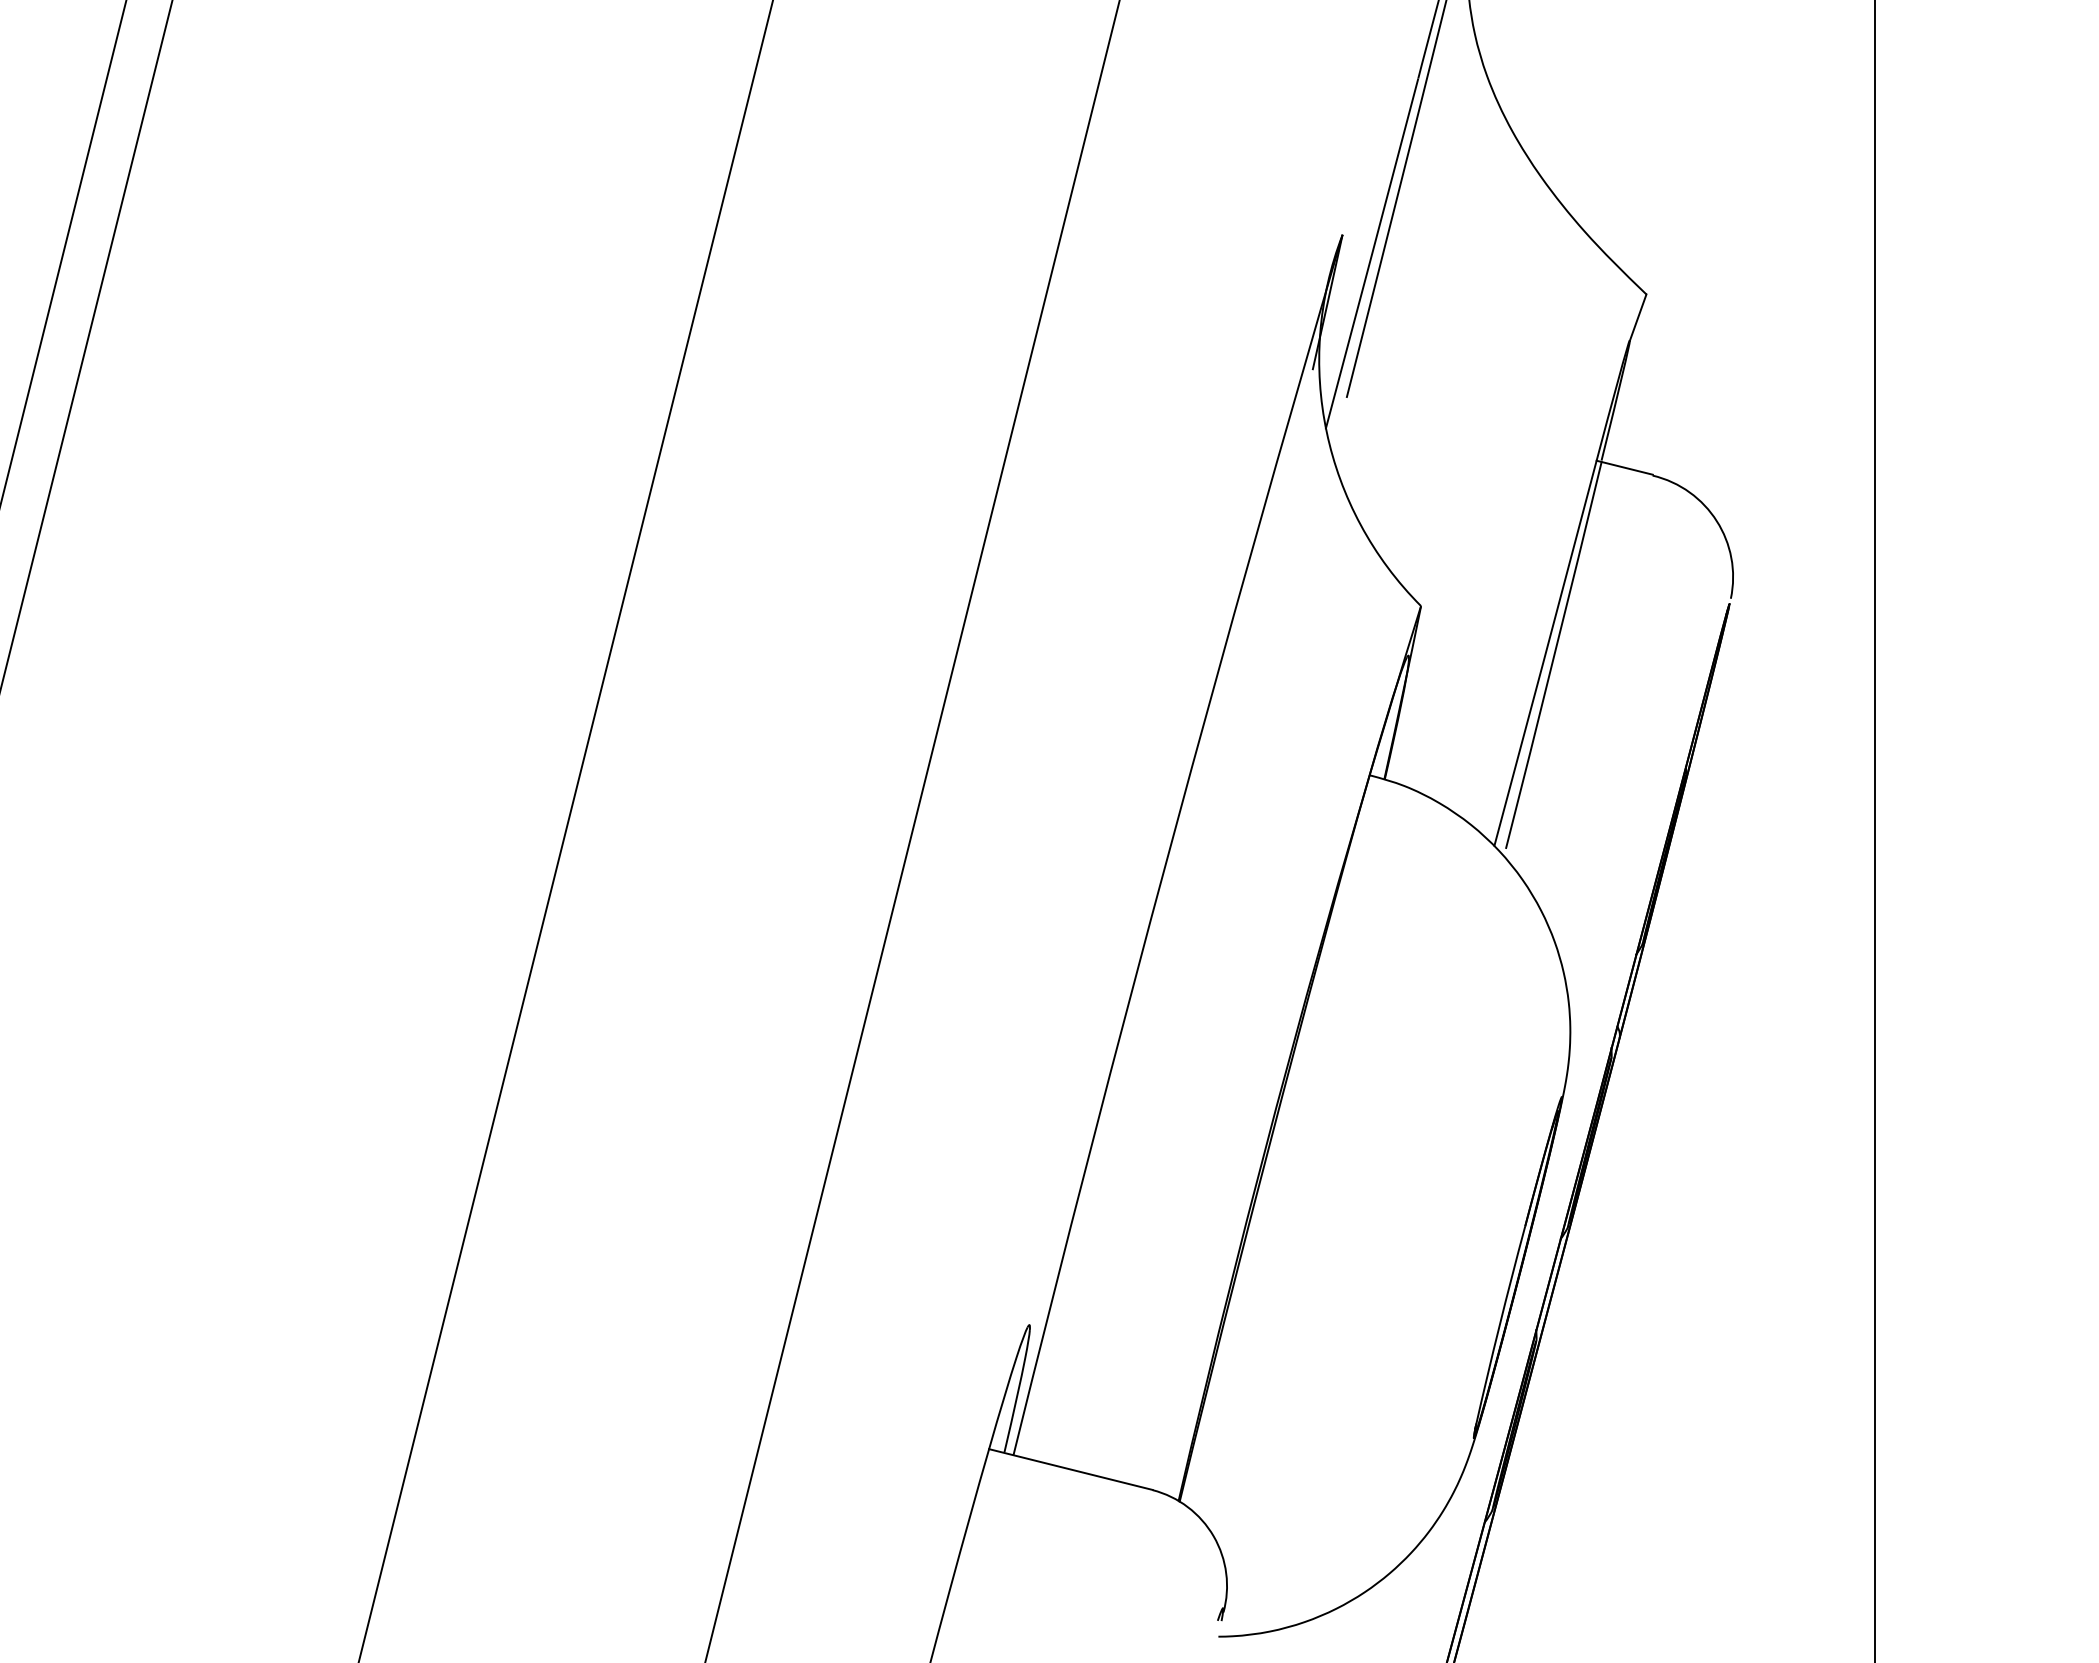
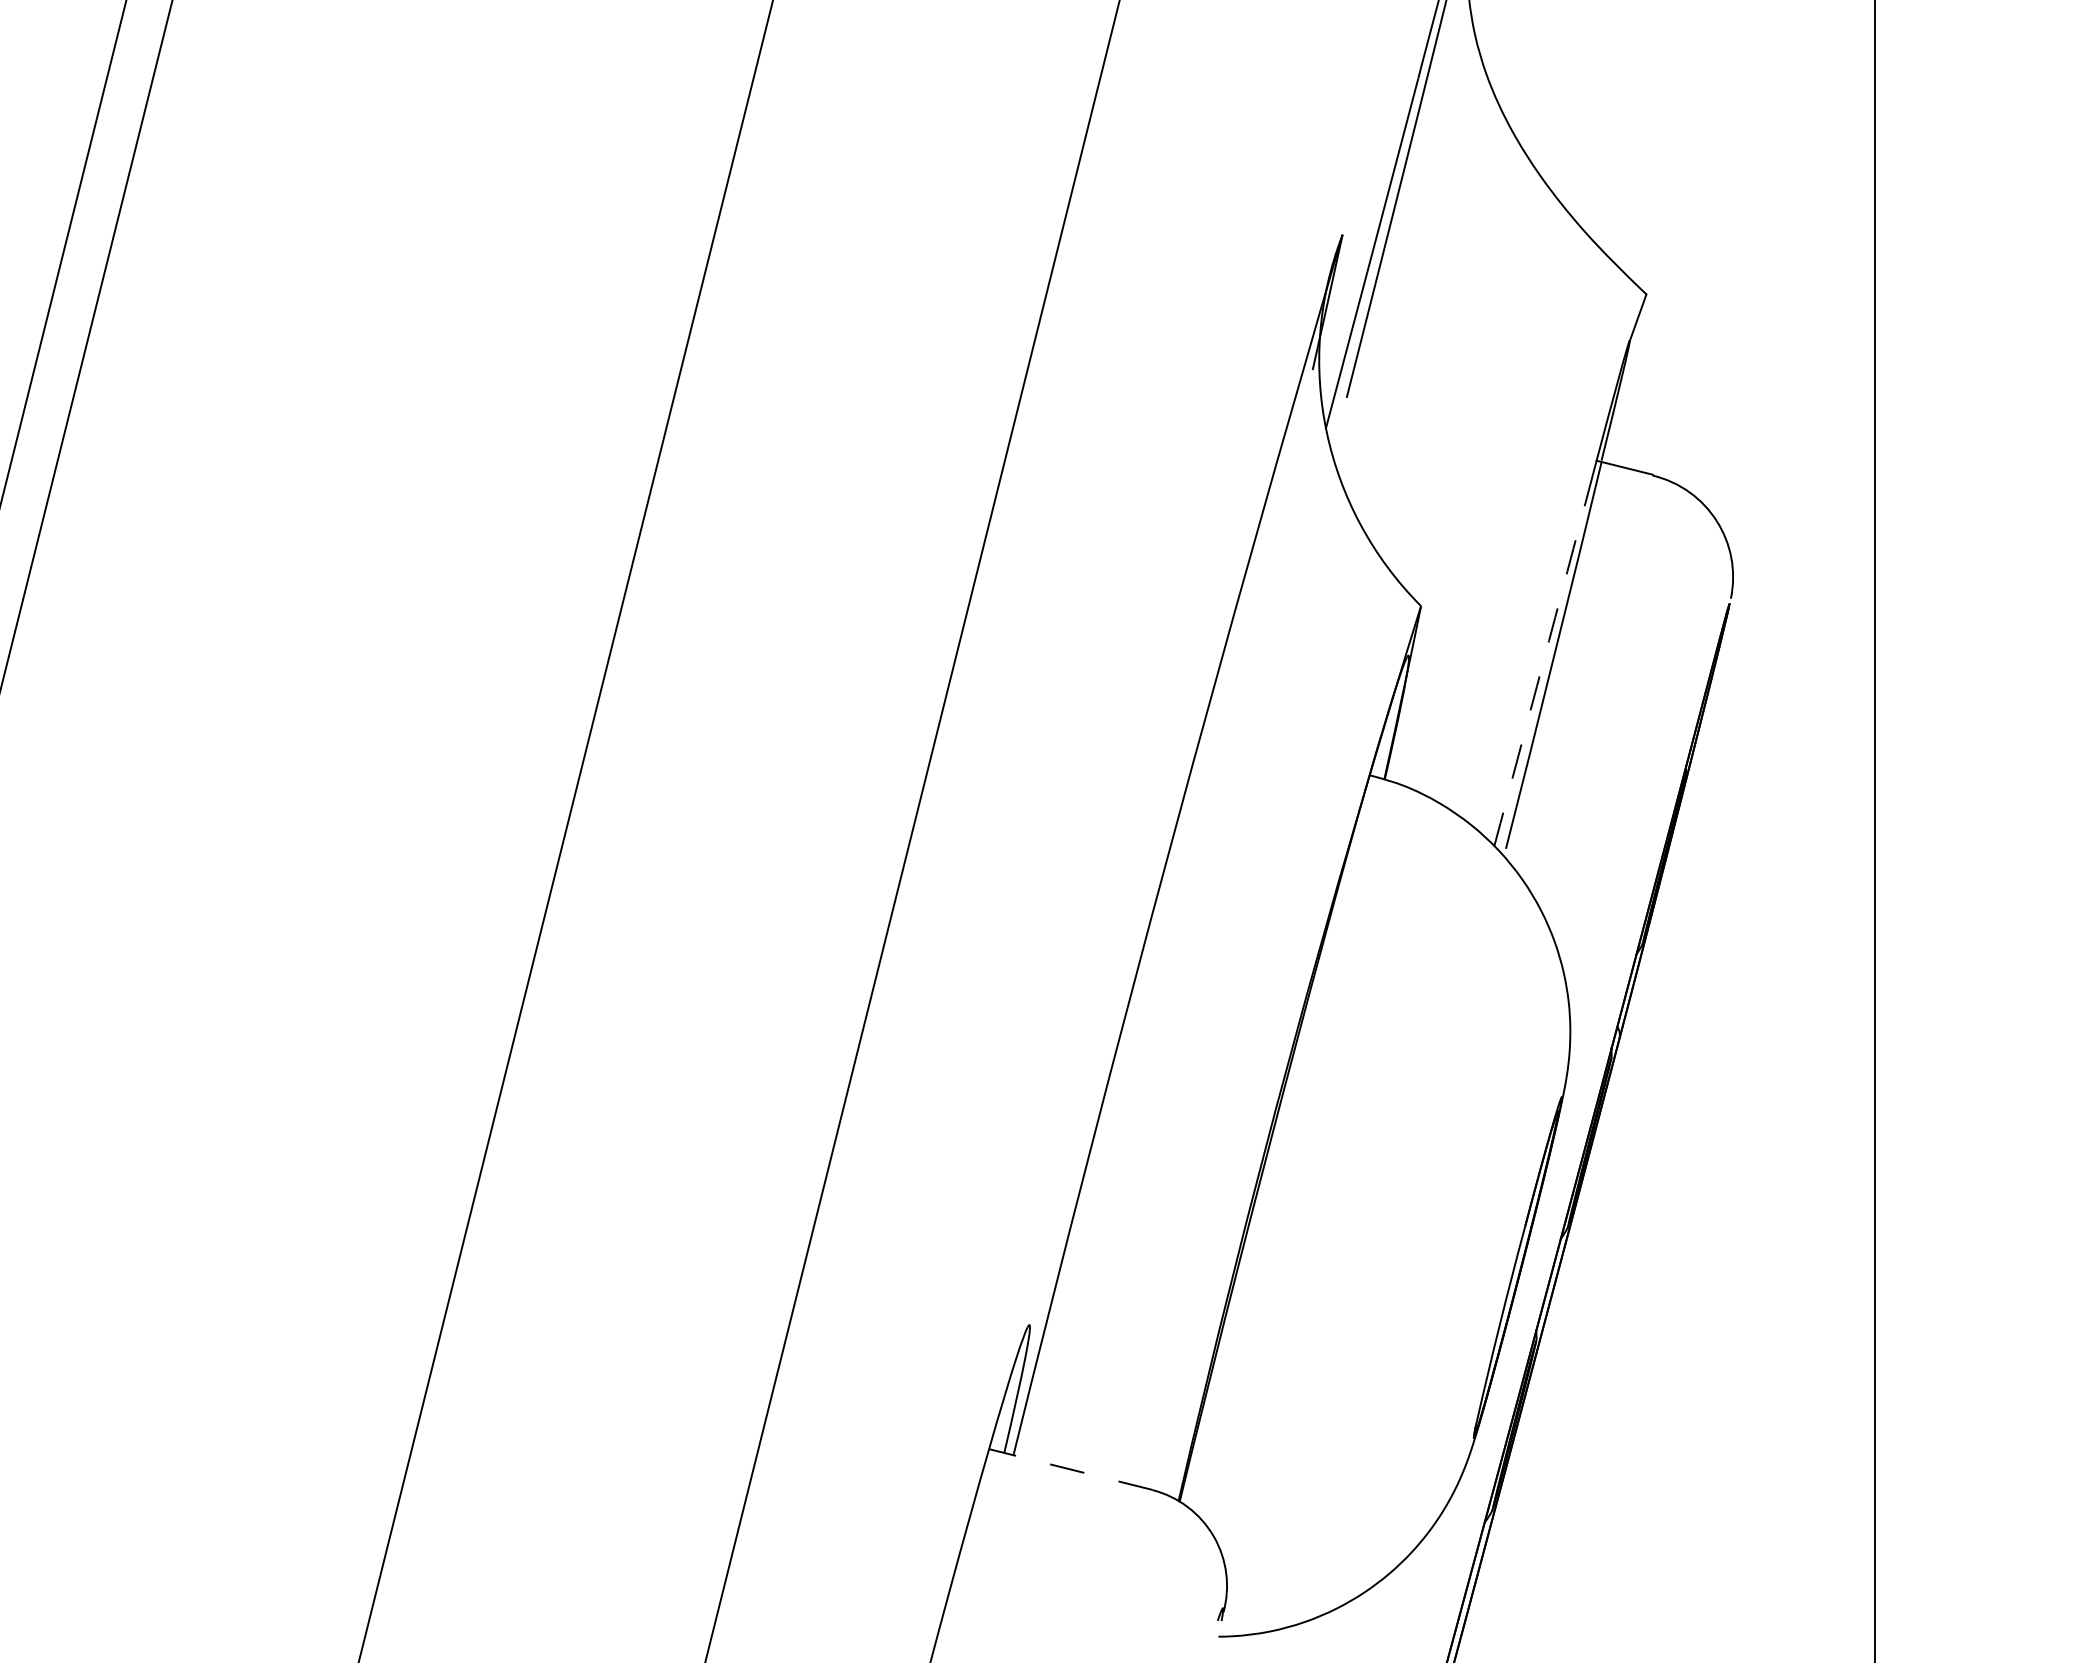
arc at (1543, 663): solid -> dashed
line at (1070, 1469): solid -> dashed
